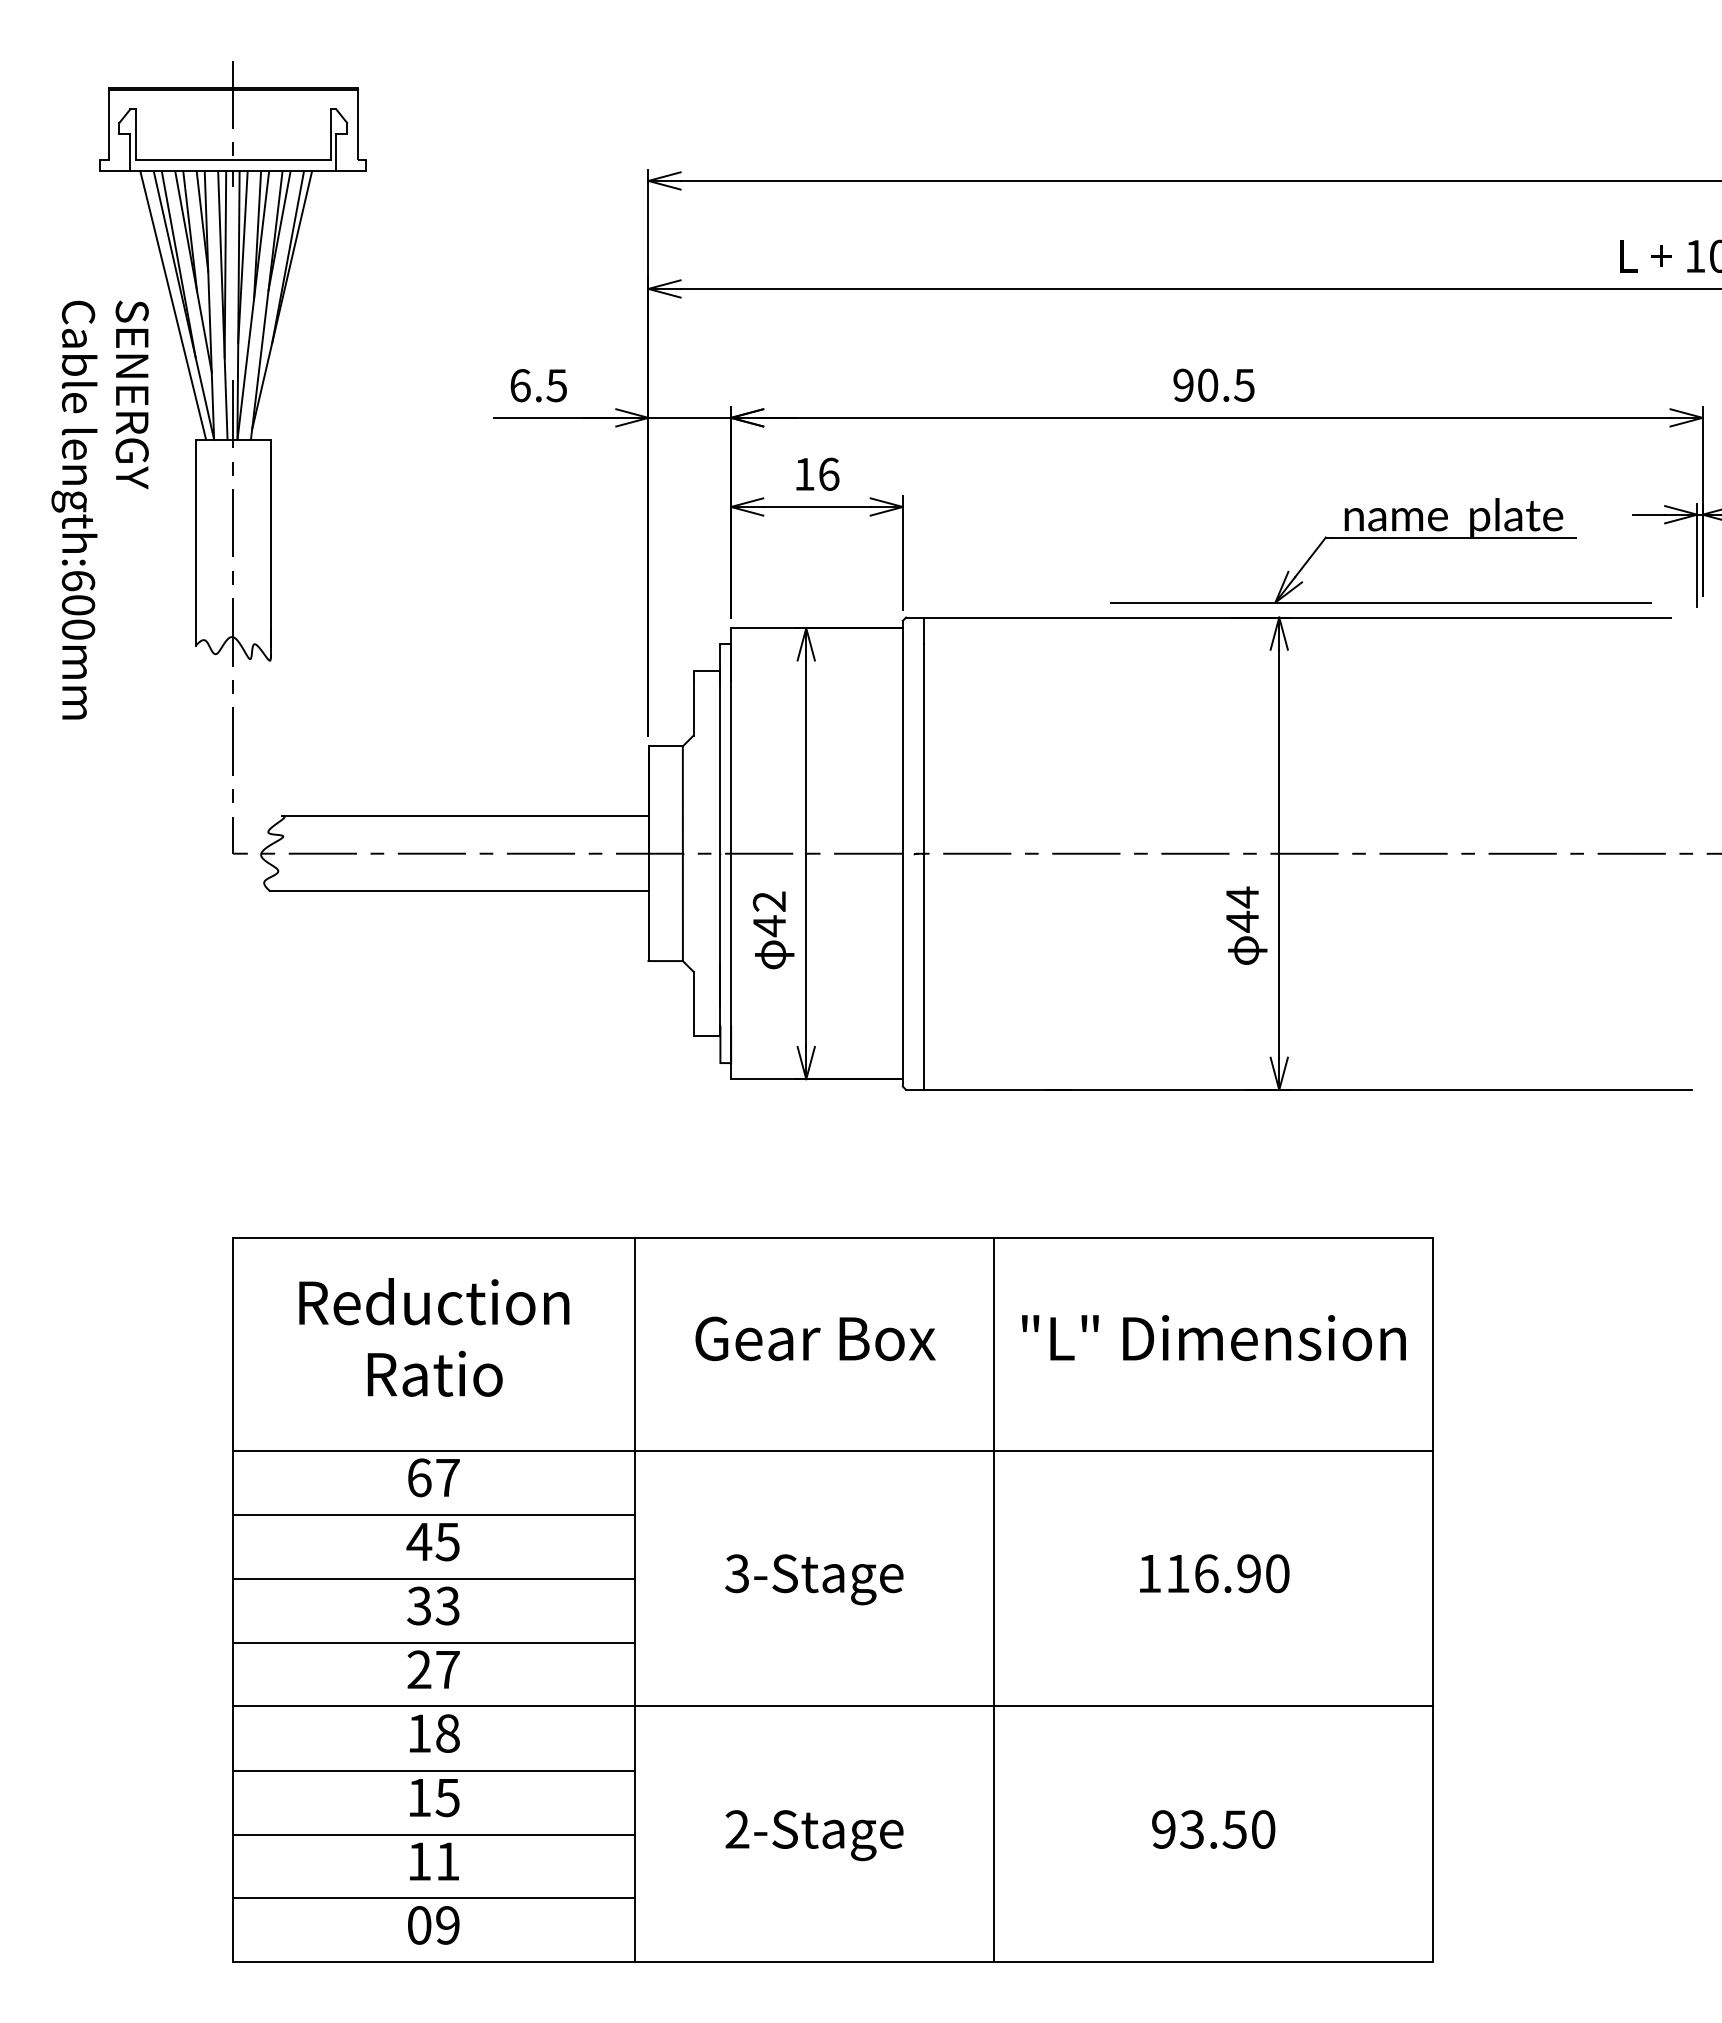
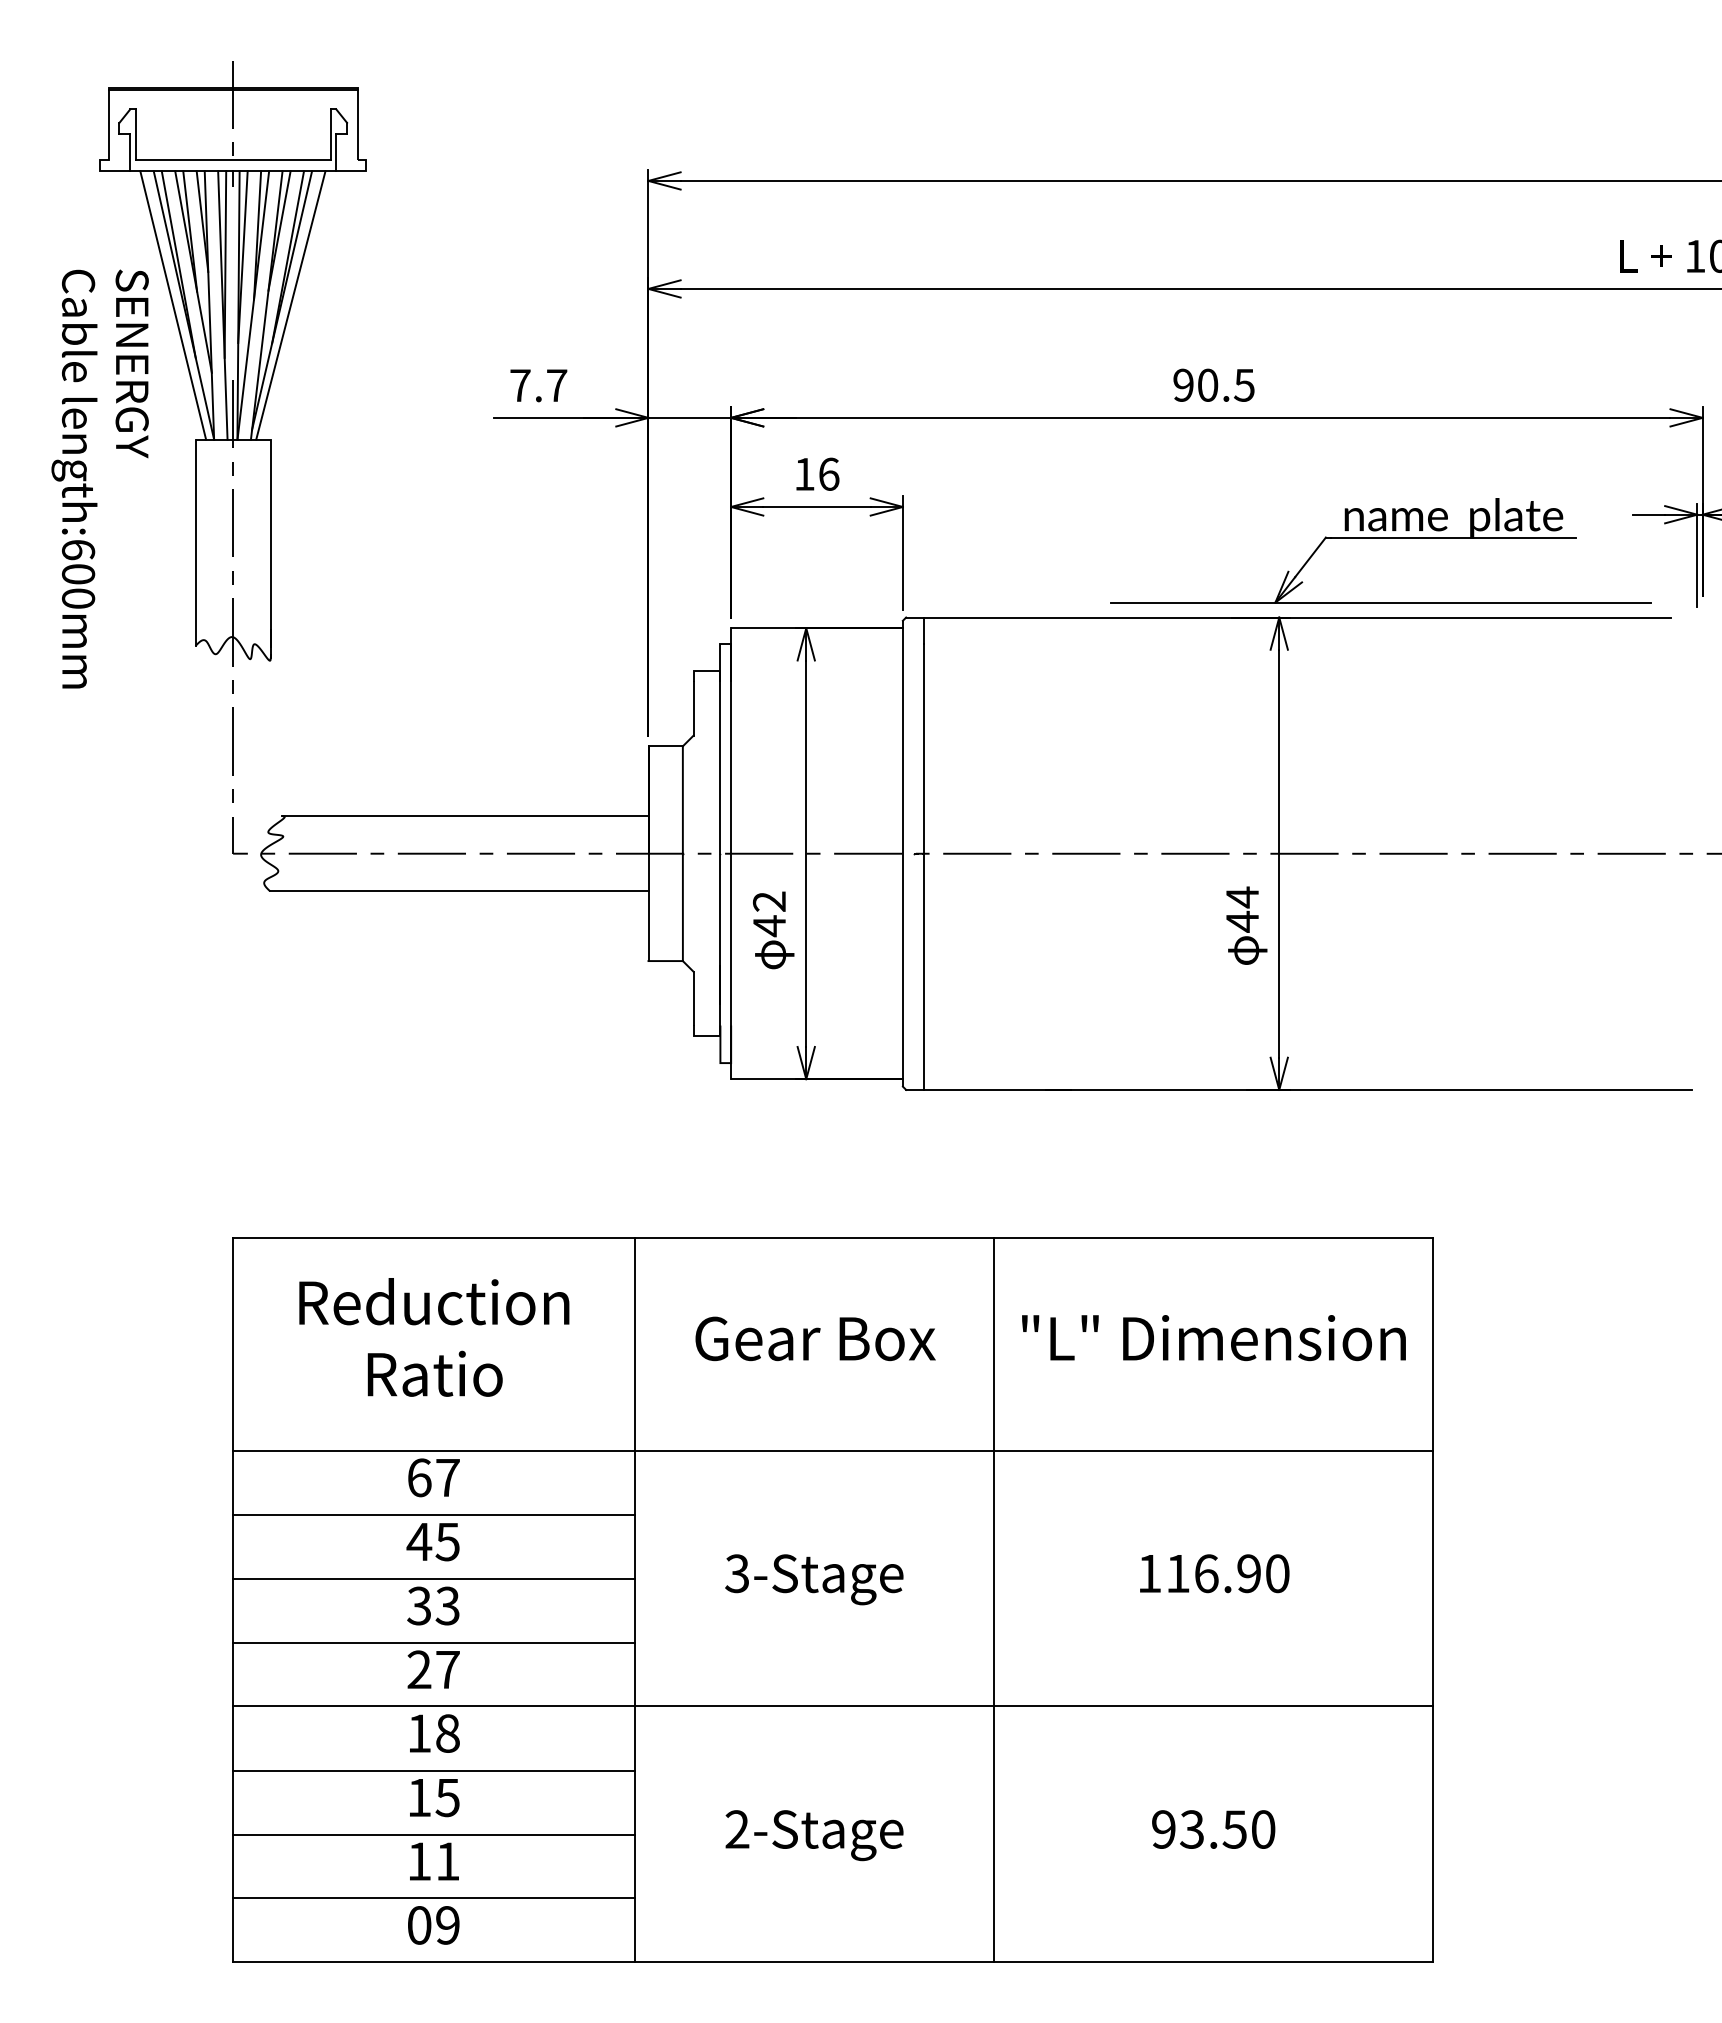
line at (290, 305): none -> present
text at (538, 385): 6.5 -> 7.7
text at (99, 509) position: (99, 509) -> (99, 478)
